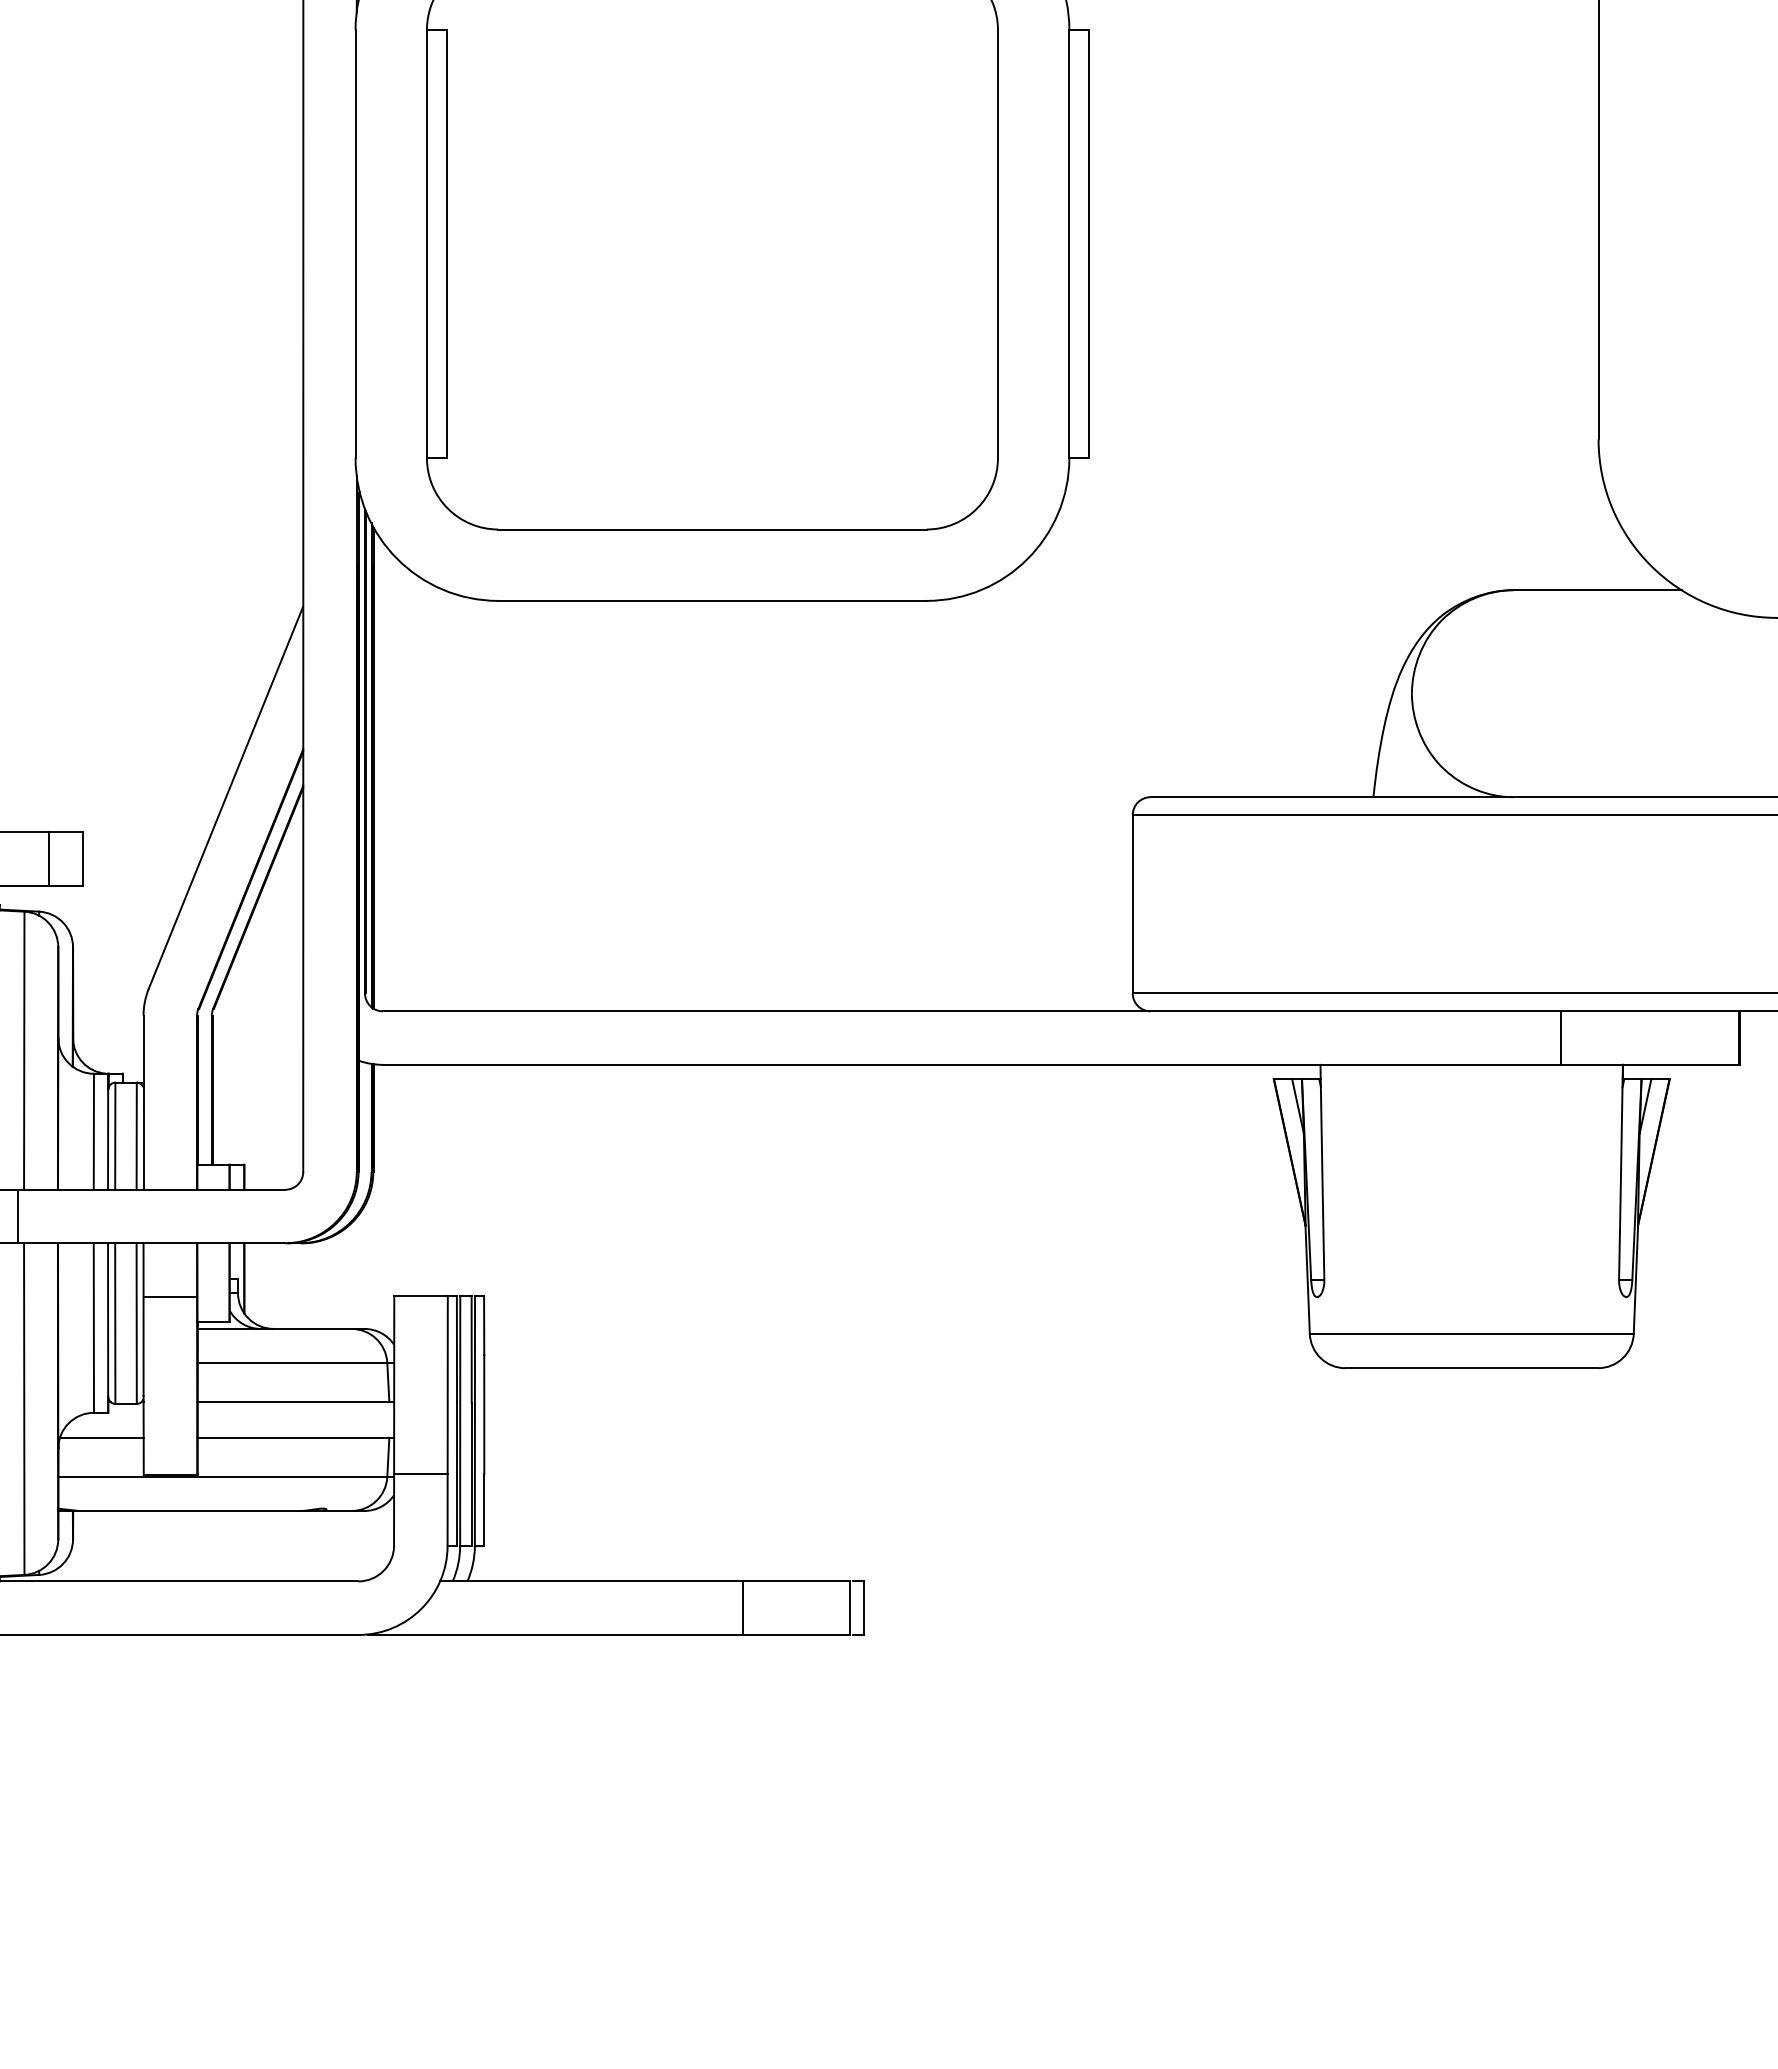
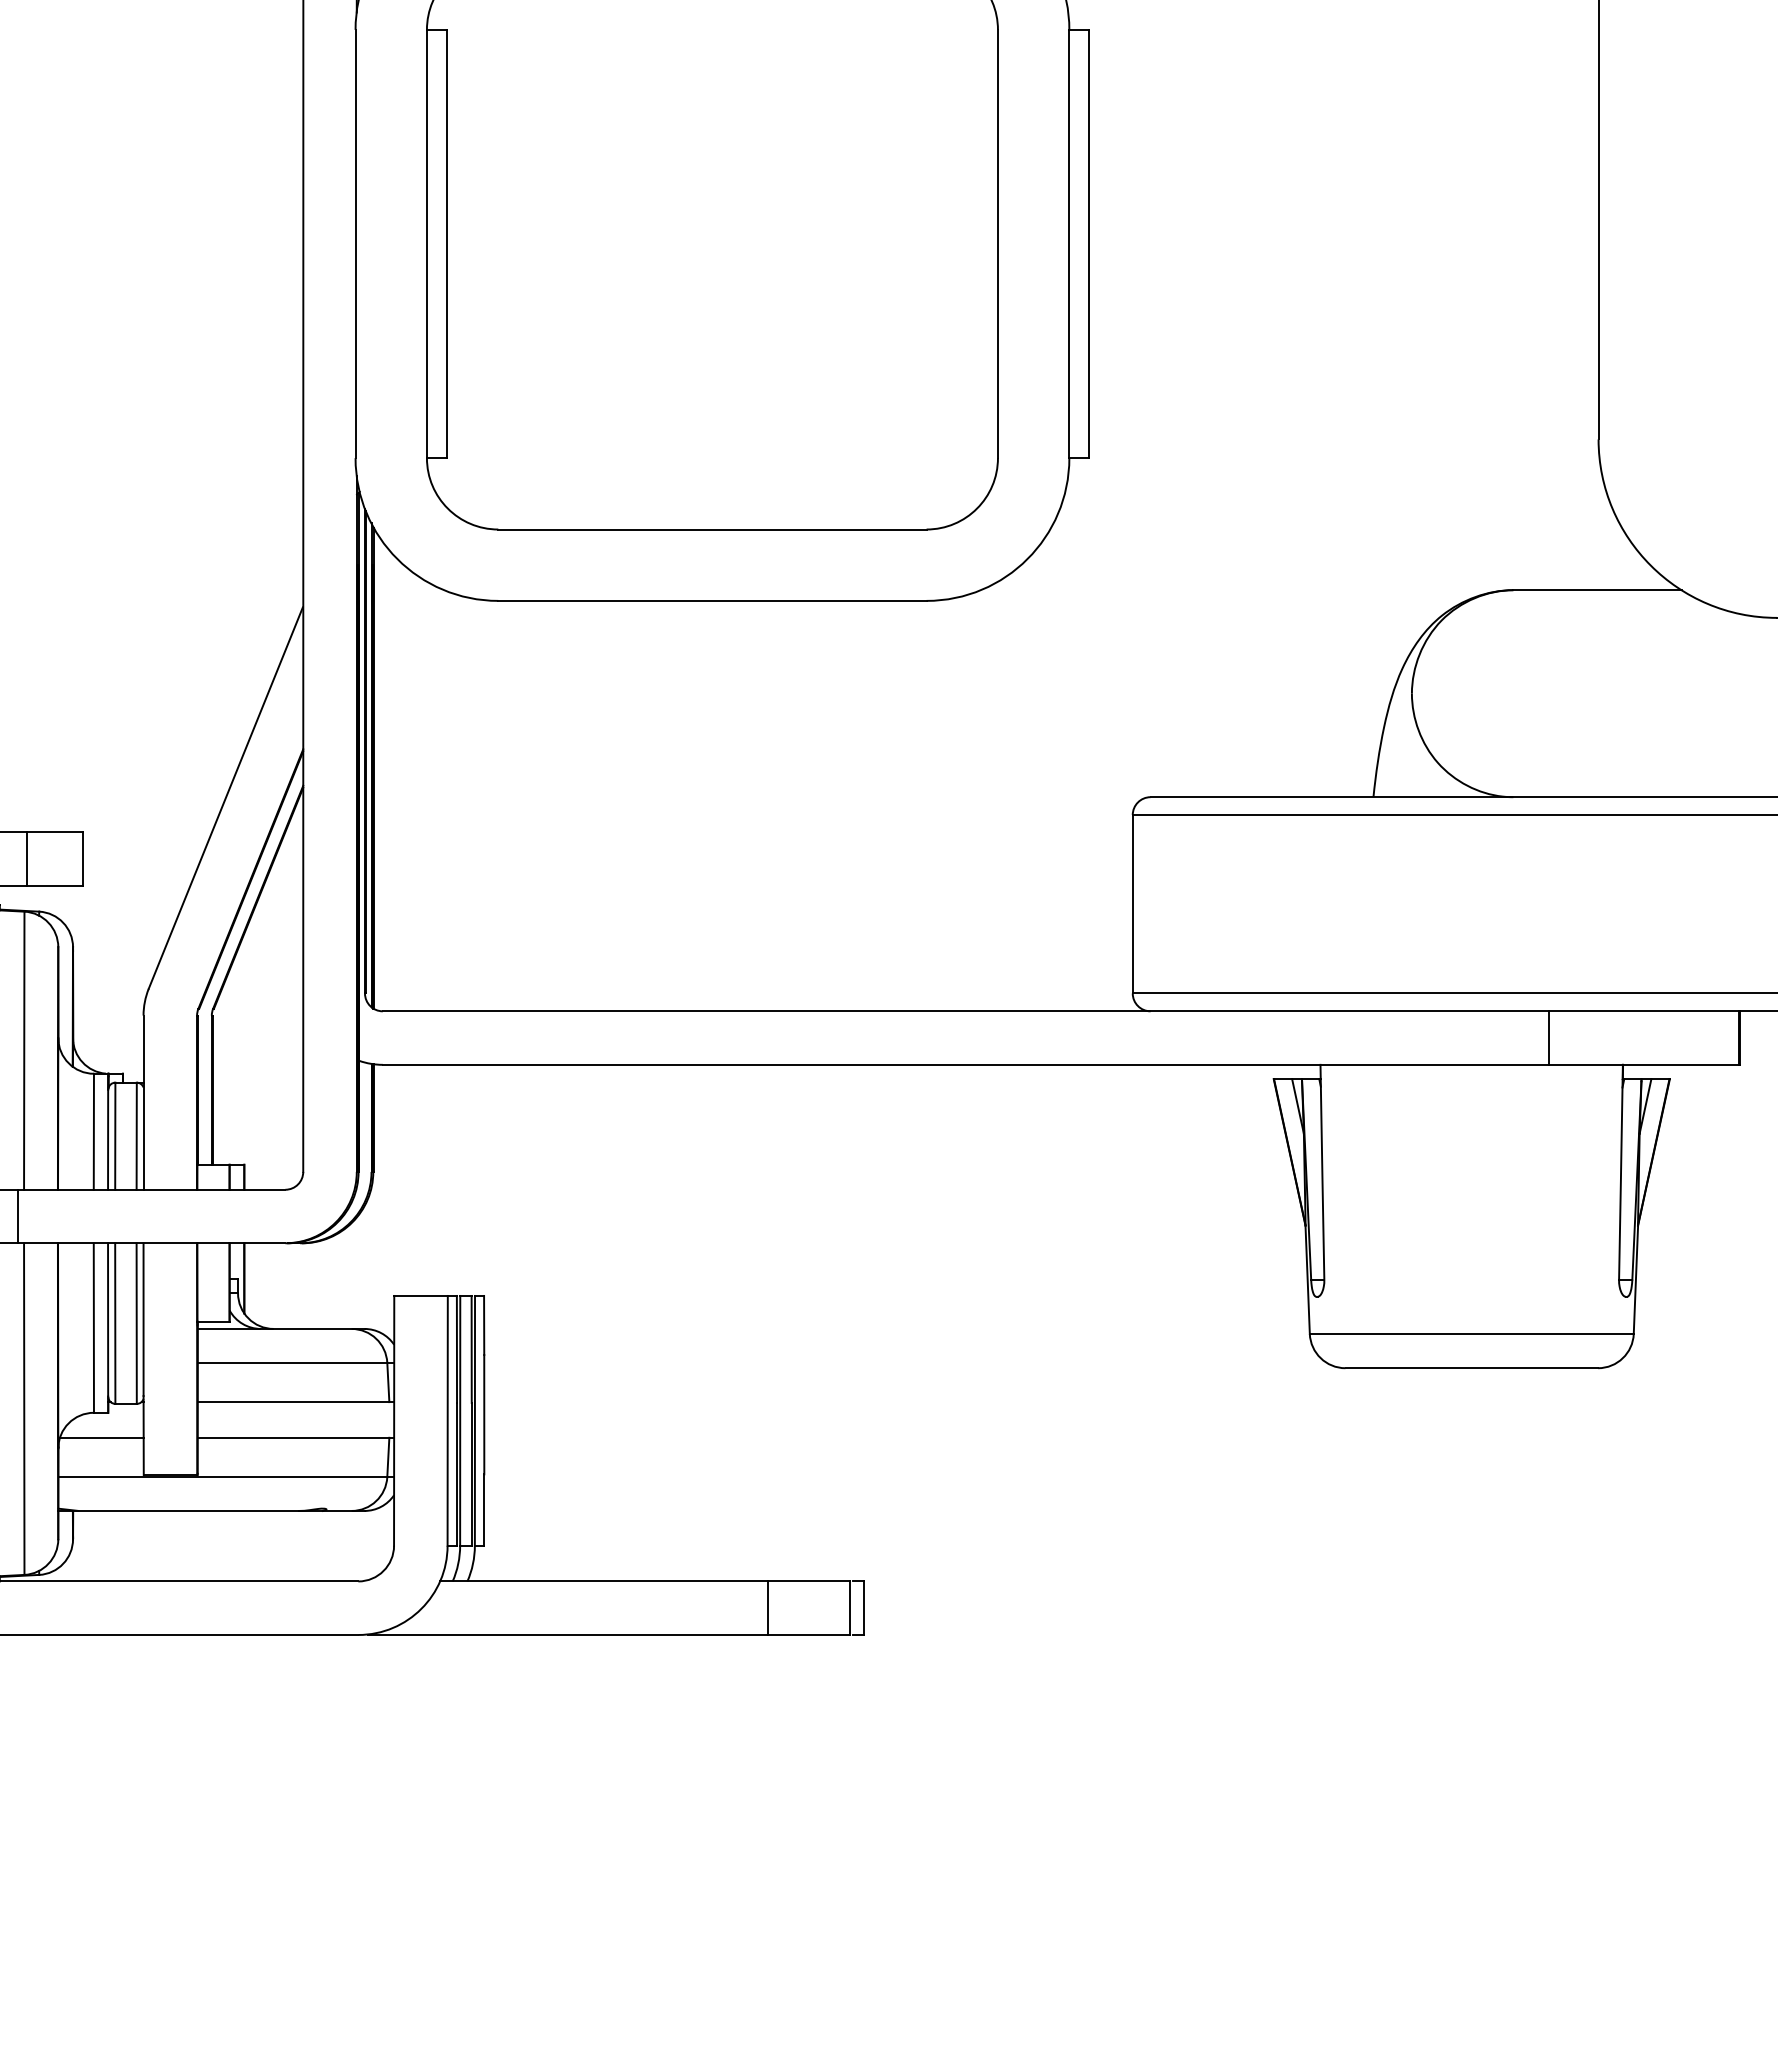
line at (49, 858) position: (49, 858) -> (27, 858)
line at (1560, 1037) position: (1560, 1037) -> (1548, 1037)
line at (170, 1296): present -> none
line at (420, 1474): present -> none
line at (742, 1607) position: (742, 1607) -> (767, 1607)
